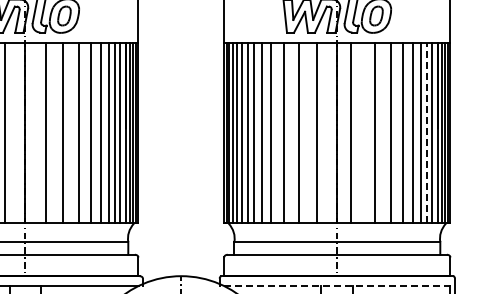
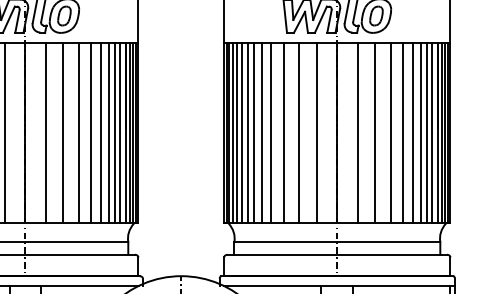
line at (350, 132) position: (350, 132) -> (357, 132)
line at (427, 132): dashed -> solid
line at (339, 285): dashed -> solid
